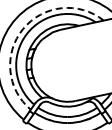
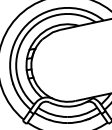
arc at (23, 29): dashed -> solid
